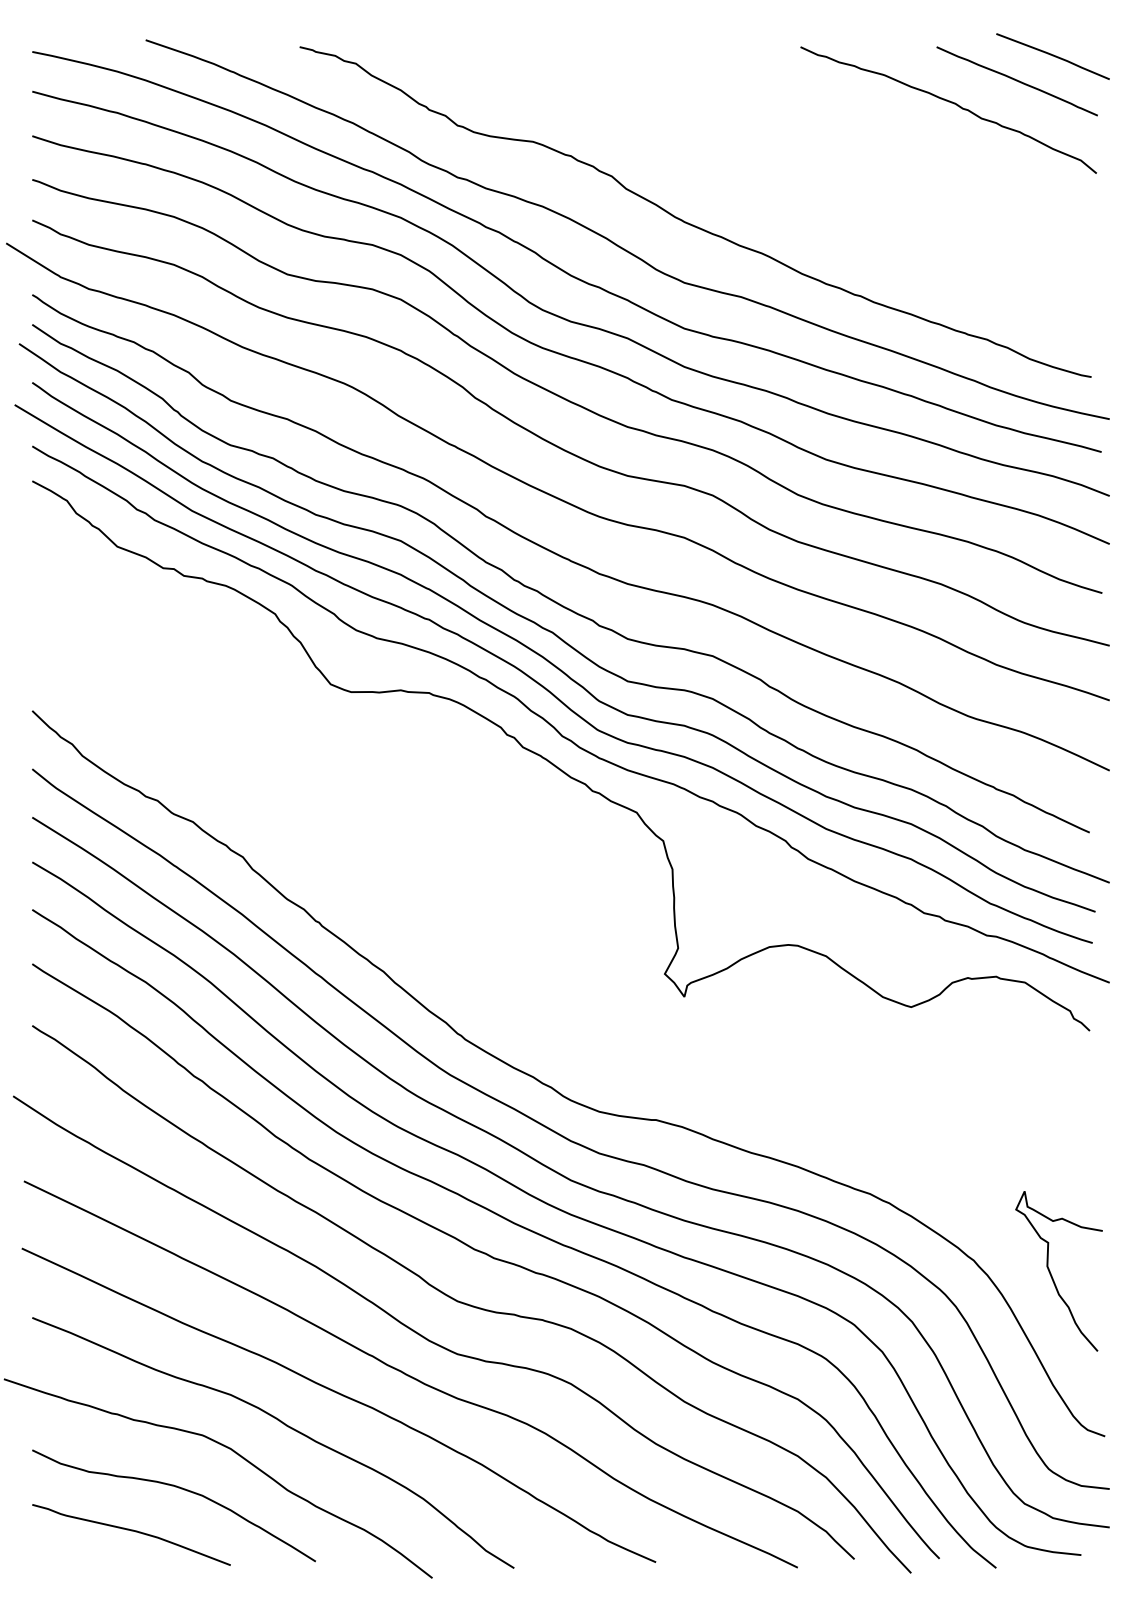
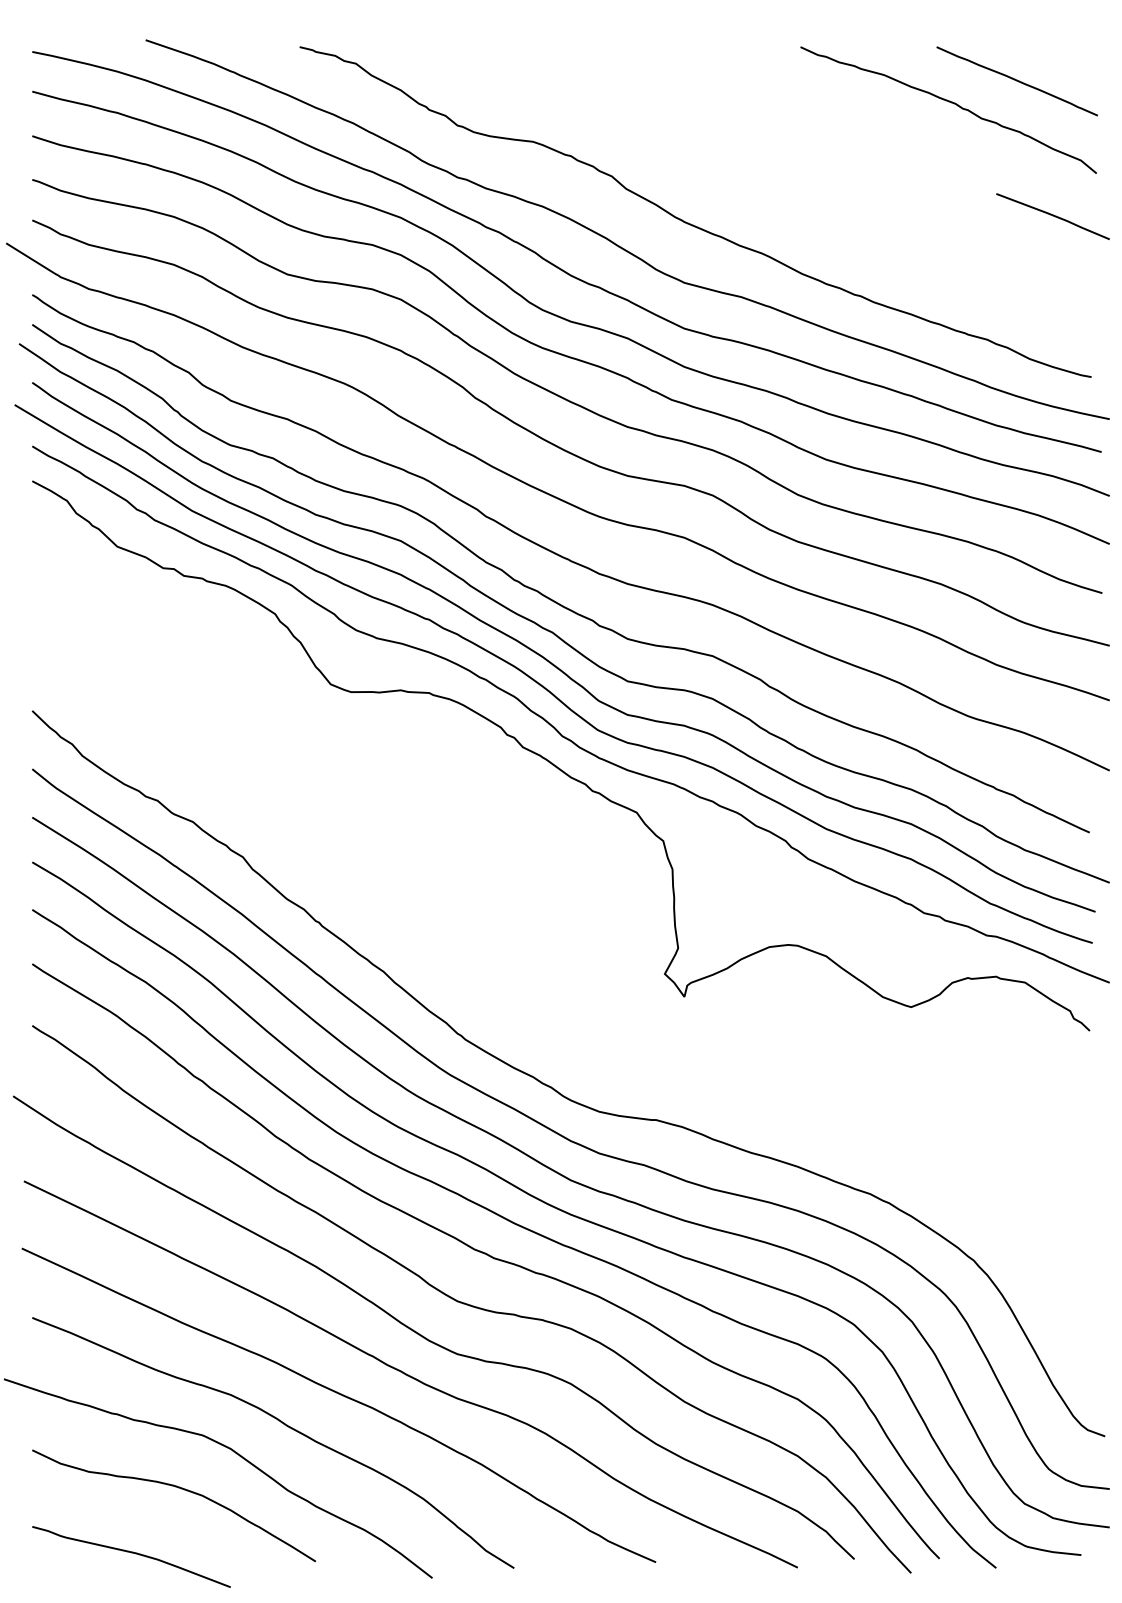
line at (1052, 56) position: (1052, 56) -> (1052, 216)
curve at (1052, 1275): present -> none
curve at (131, 1531) position: (131, 1531) -> (131, 1553)
